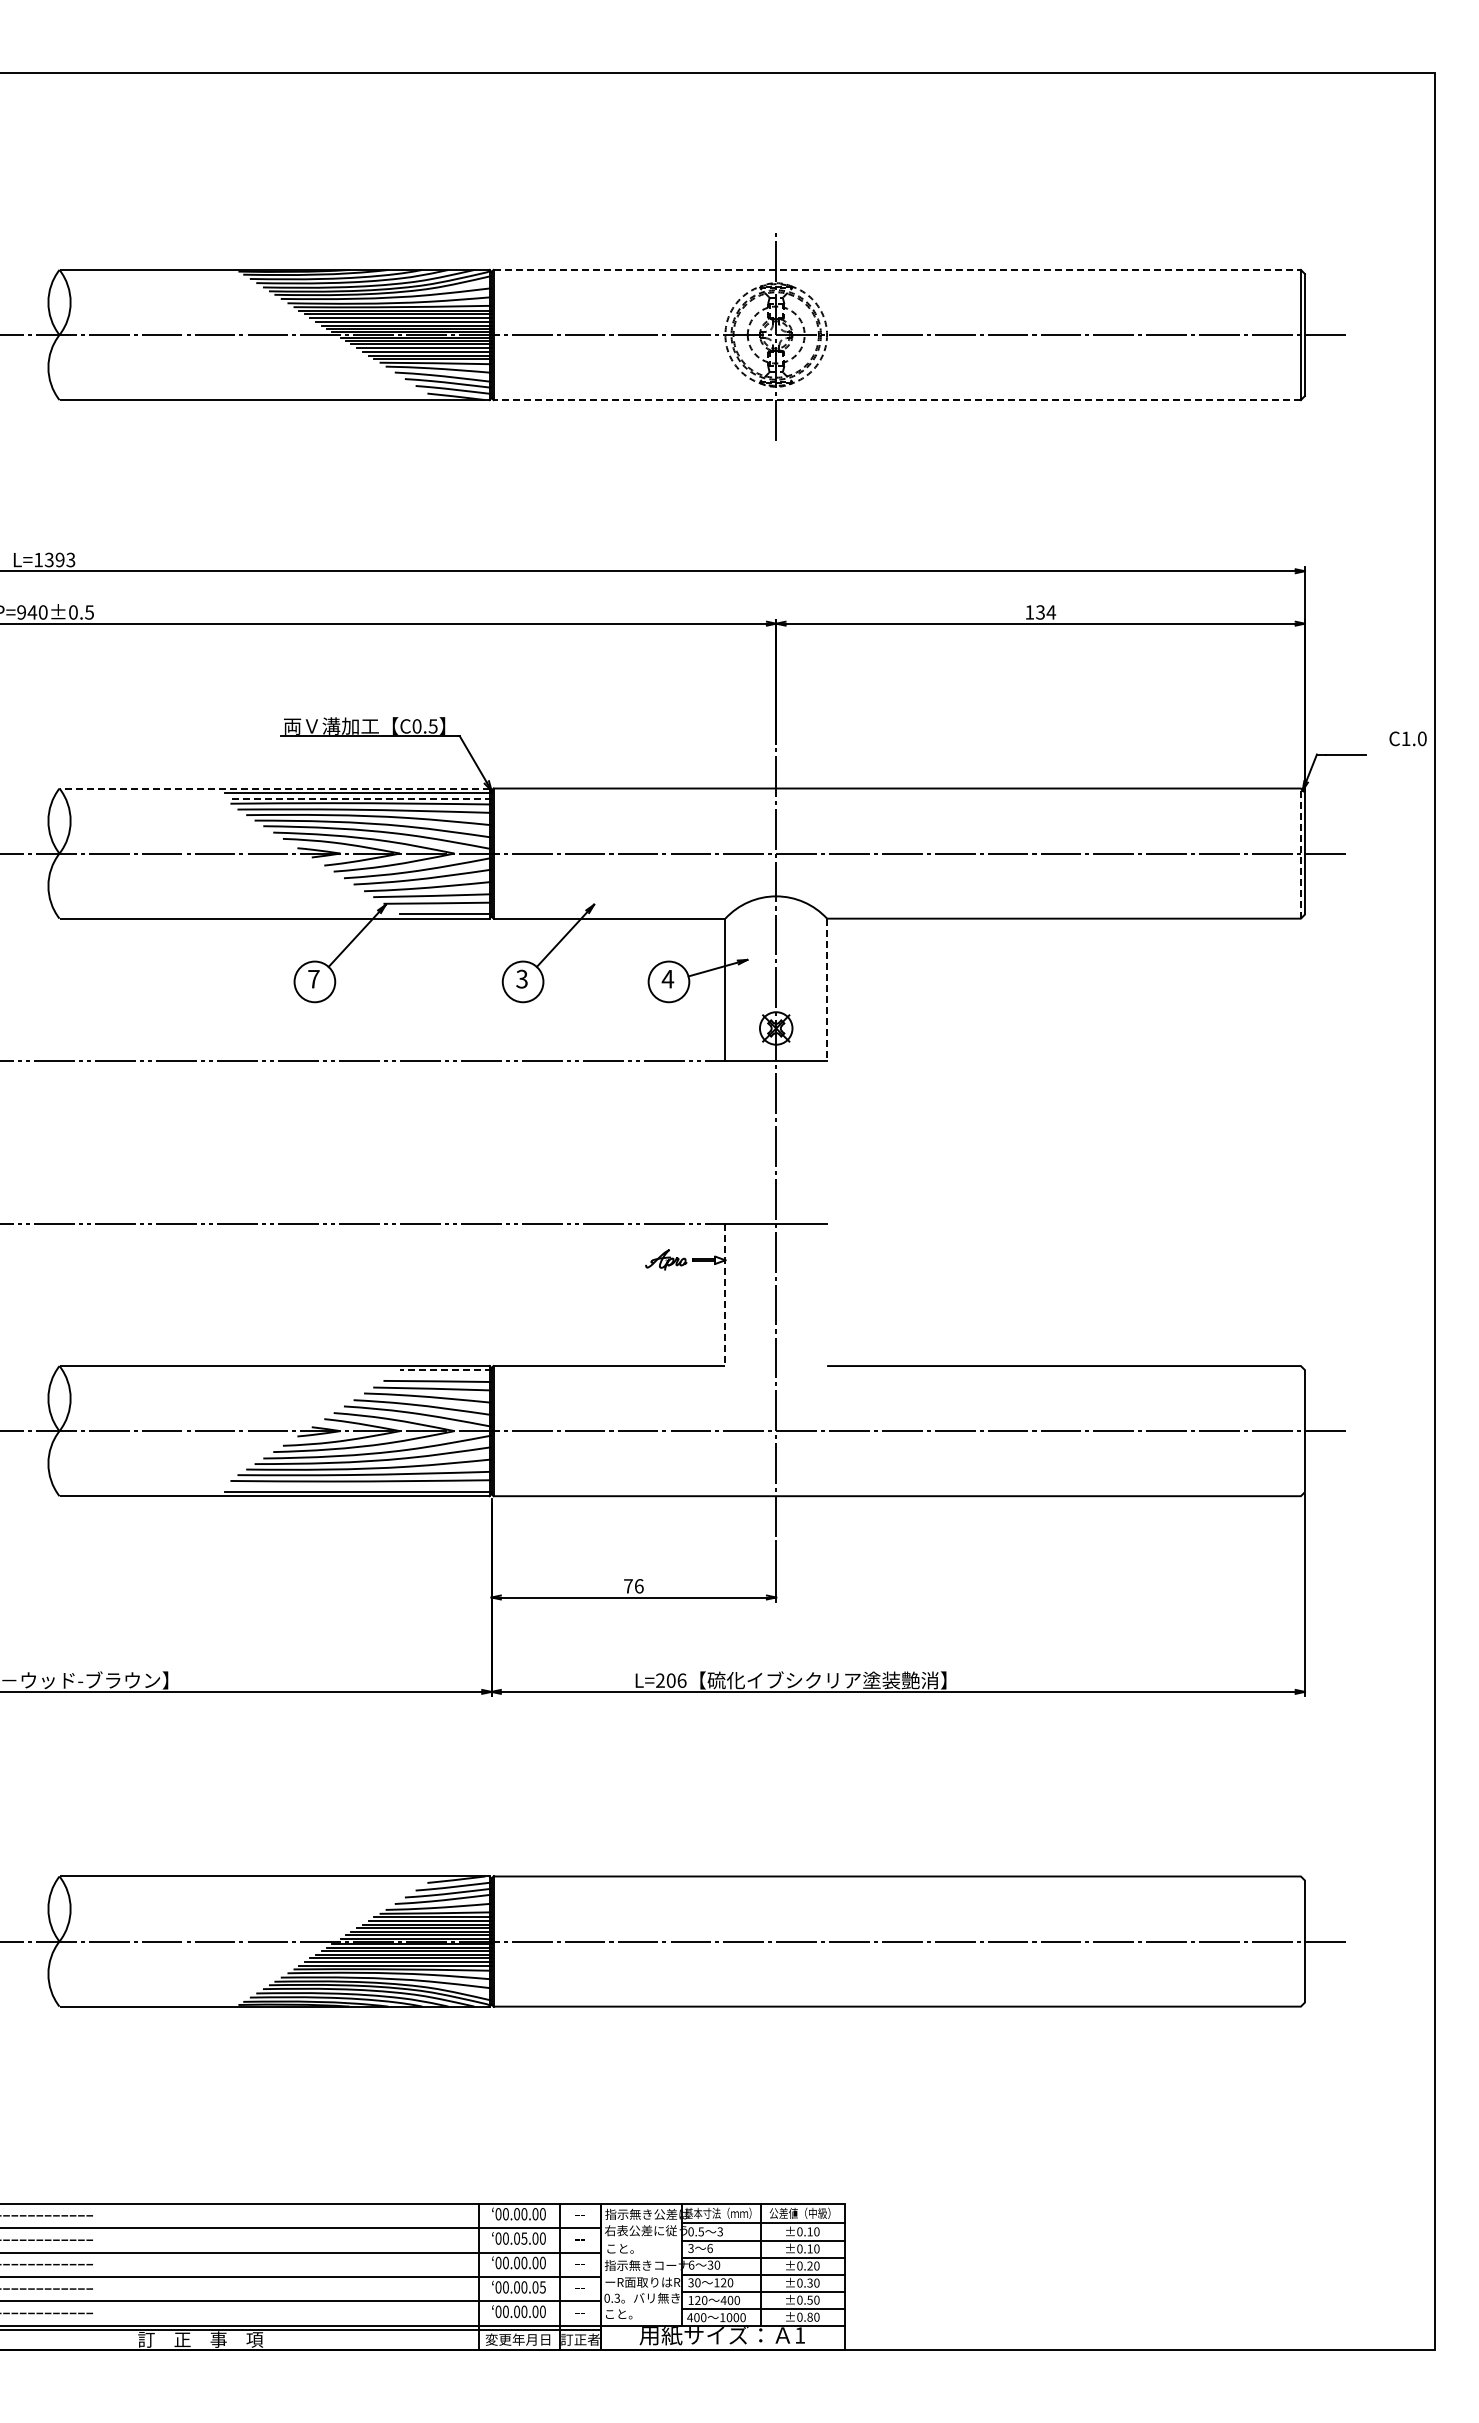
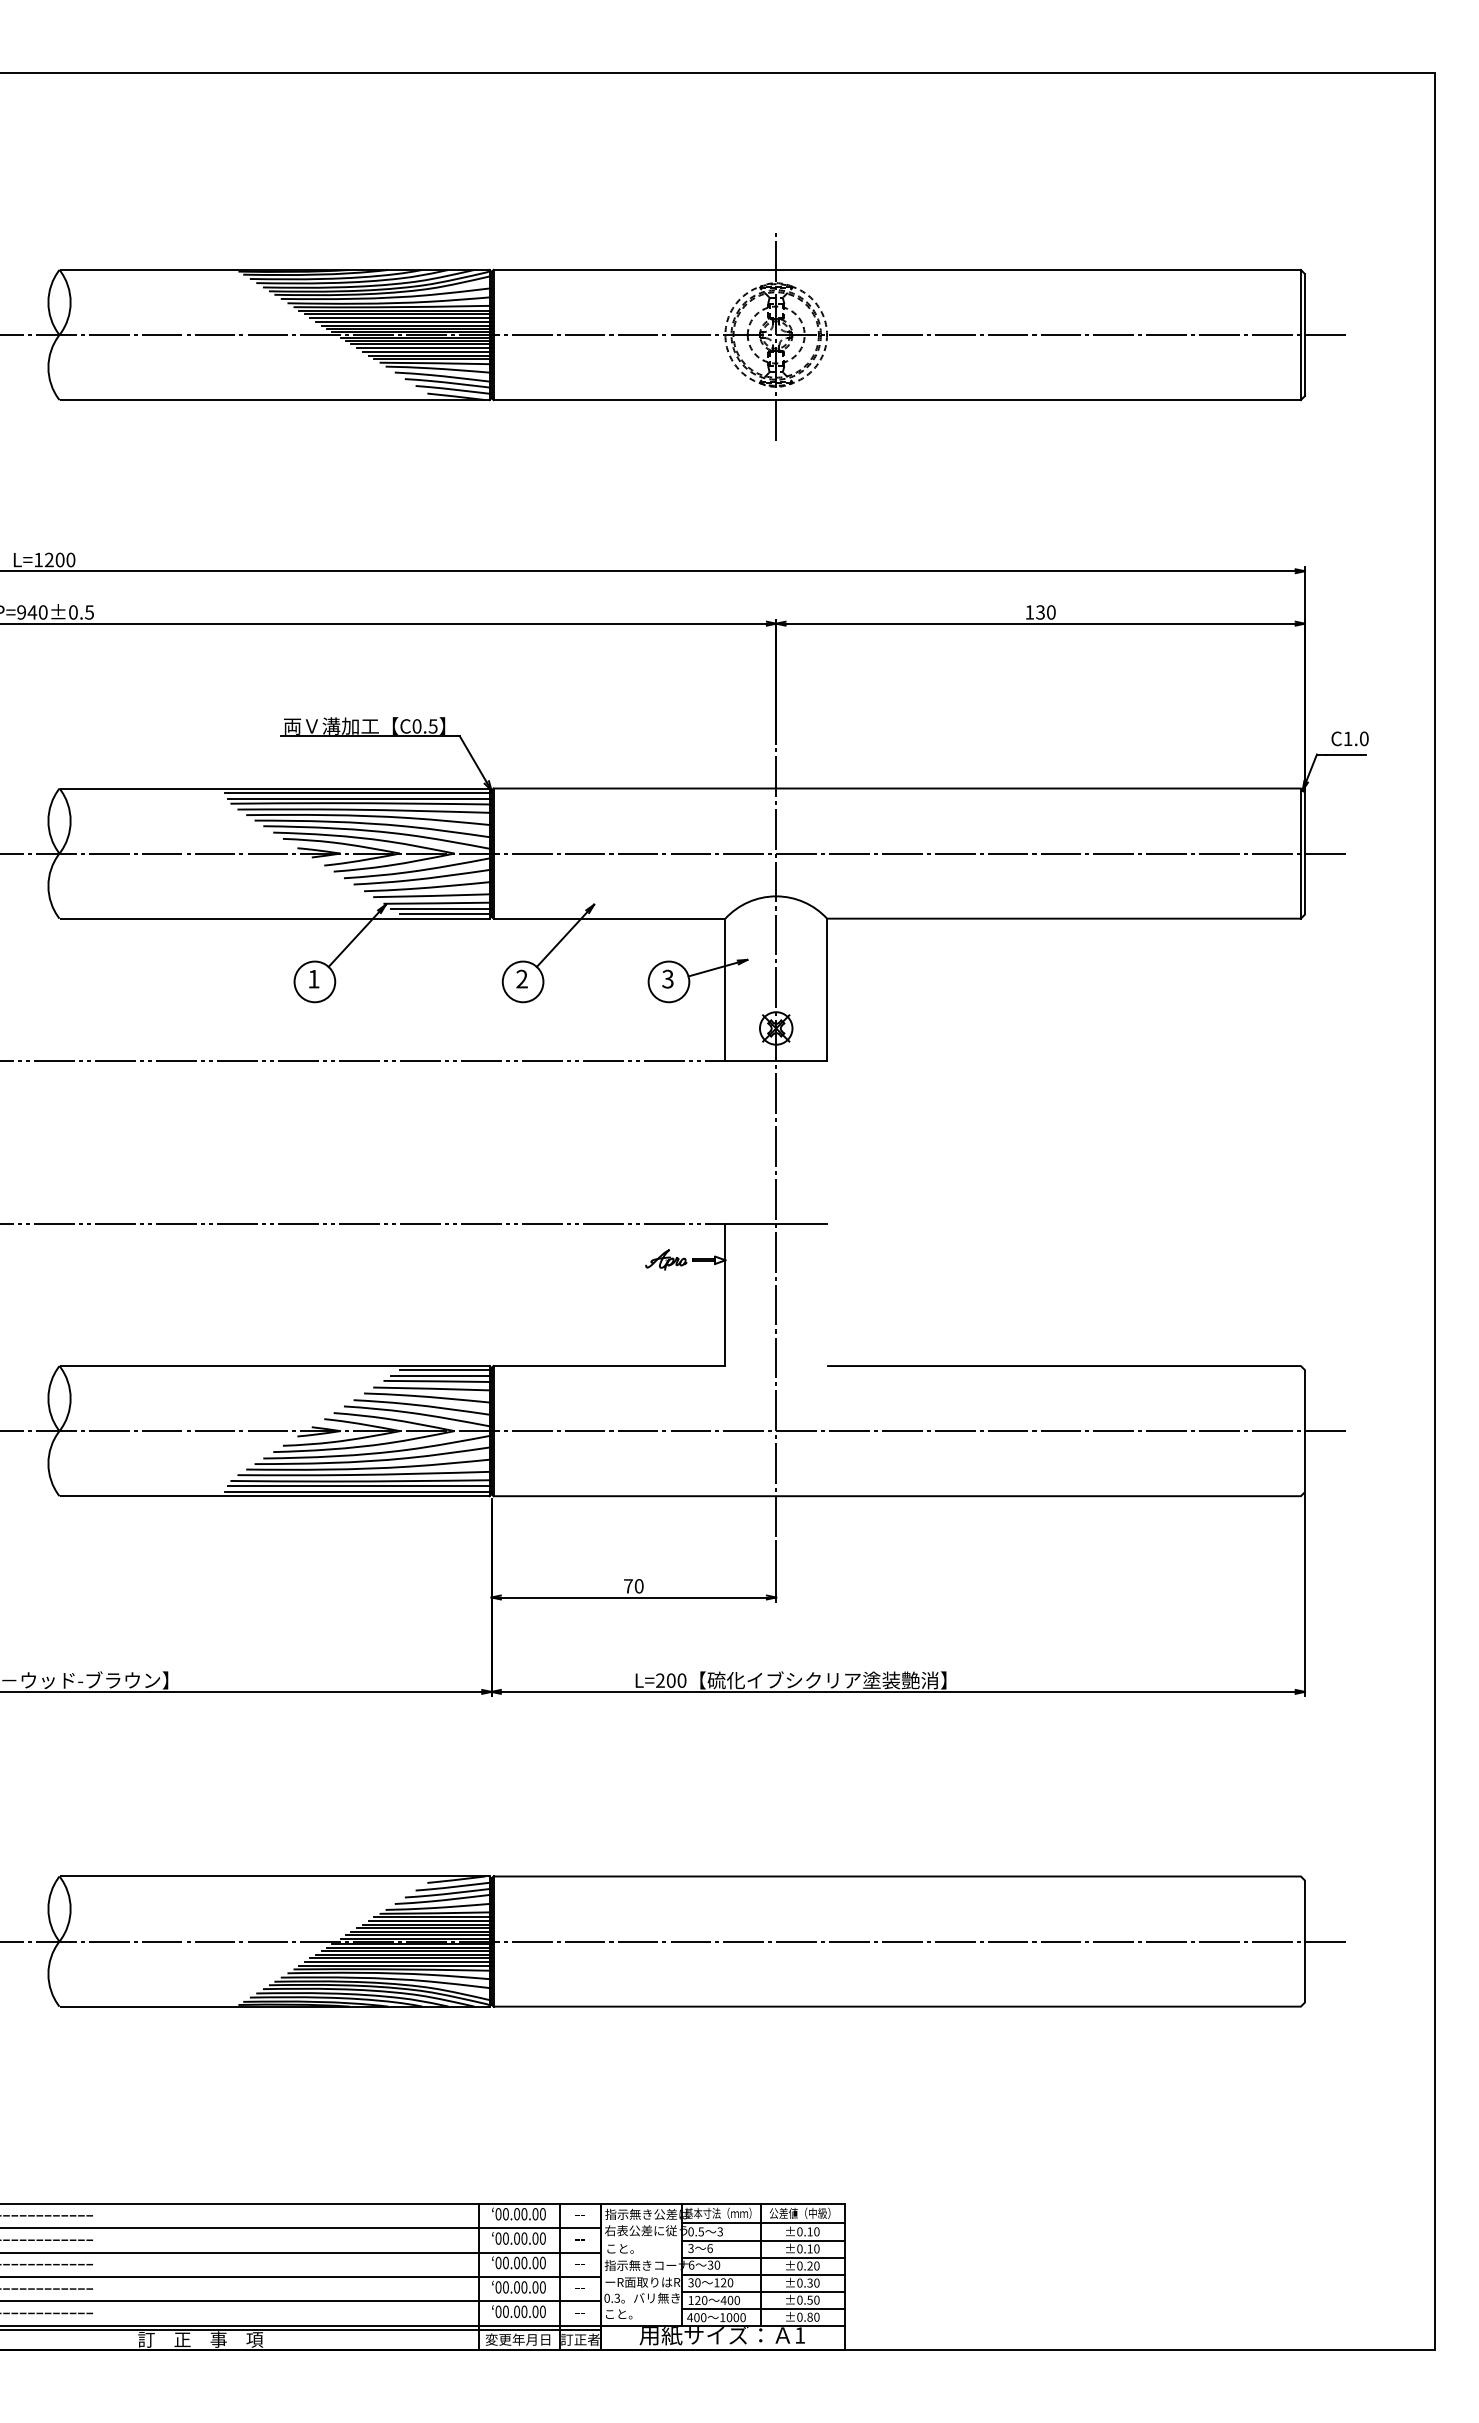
line at (897, 269): dashed -> solid
line at (897, 400): dashed -> solid
text at (59, 559): L=1393 -> L=1200
text at (1051, 612): 134 -> 130
text at (1407, 738) position: (1407, 738) -> (1349, 738)
line at (274, 788): dashed -> solid
line at (359, 798): dashed -> solid
line at (1300, 853): dashed -> solid
line at (440, 908): none -> present
text at (667, 978): 4 -> 3
text at (313, 979): 7 -> 1
text at (521, 979): 3 -> 2
line at (827, 990): dashed -> solid
line at (725, 1295): dashed -> solid
line at (445, 1370): dashed -> solid
line at (440, 1376): none -> present
line at (359, 1486): none -> present
text at (638, 1586): 76 -> 70
text at (681, 1680): L=206 -> L=200
text at (524, 2238): 00.05.00 -> 00.00.00
text at (542, 2287): 00.00.05 -> 00.00.00
